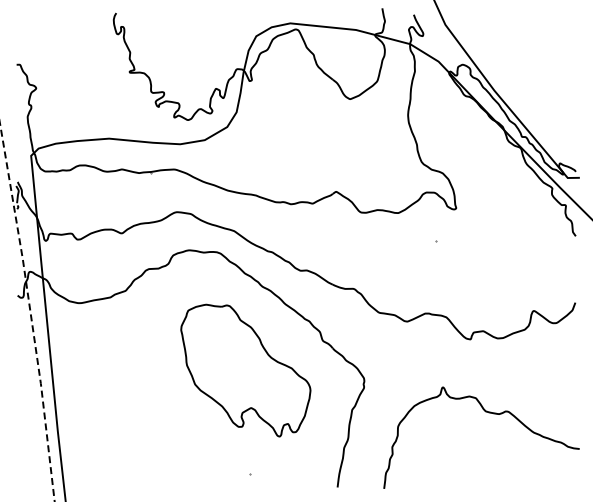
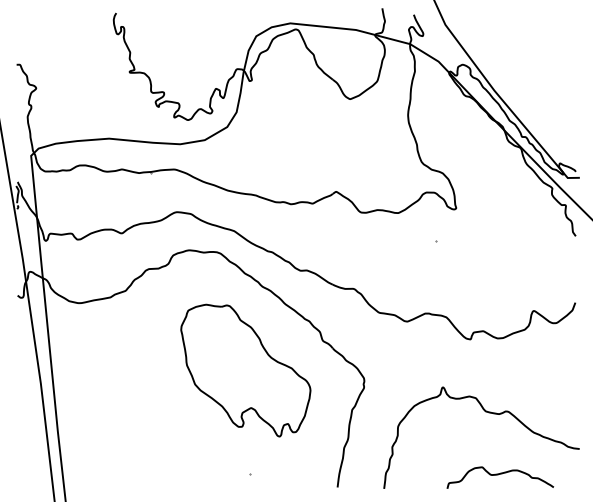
line at (30, 312): dashed -> solid
curve at (498, 475): none -> present
